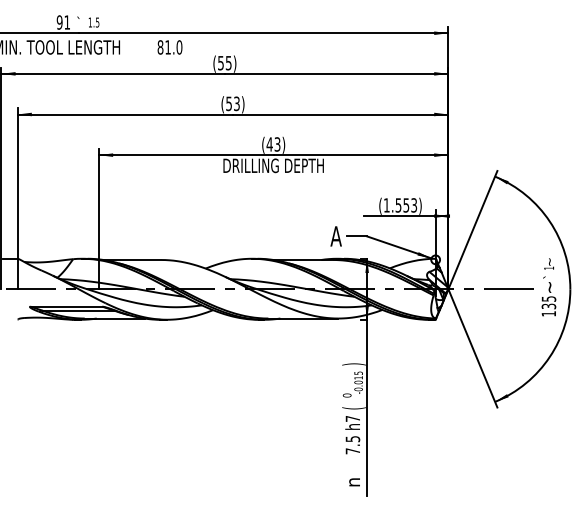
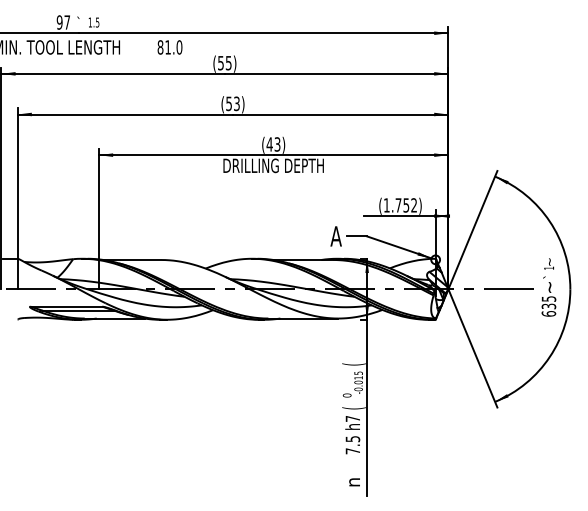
text at (66, 22): 91 -> 97
text at (406, 205): (1.553) -> (1.752)
text at (548, 313): 135 -> 635
text at (353, 364): ) -> (
